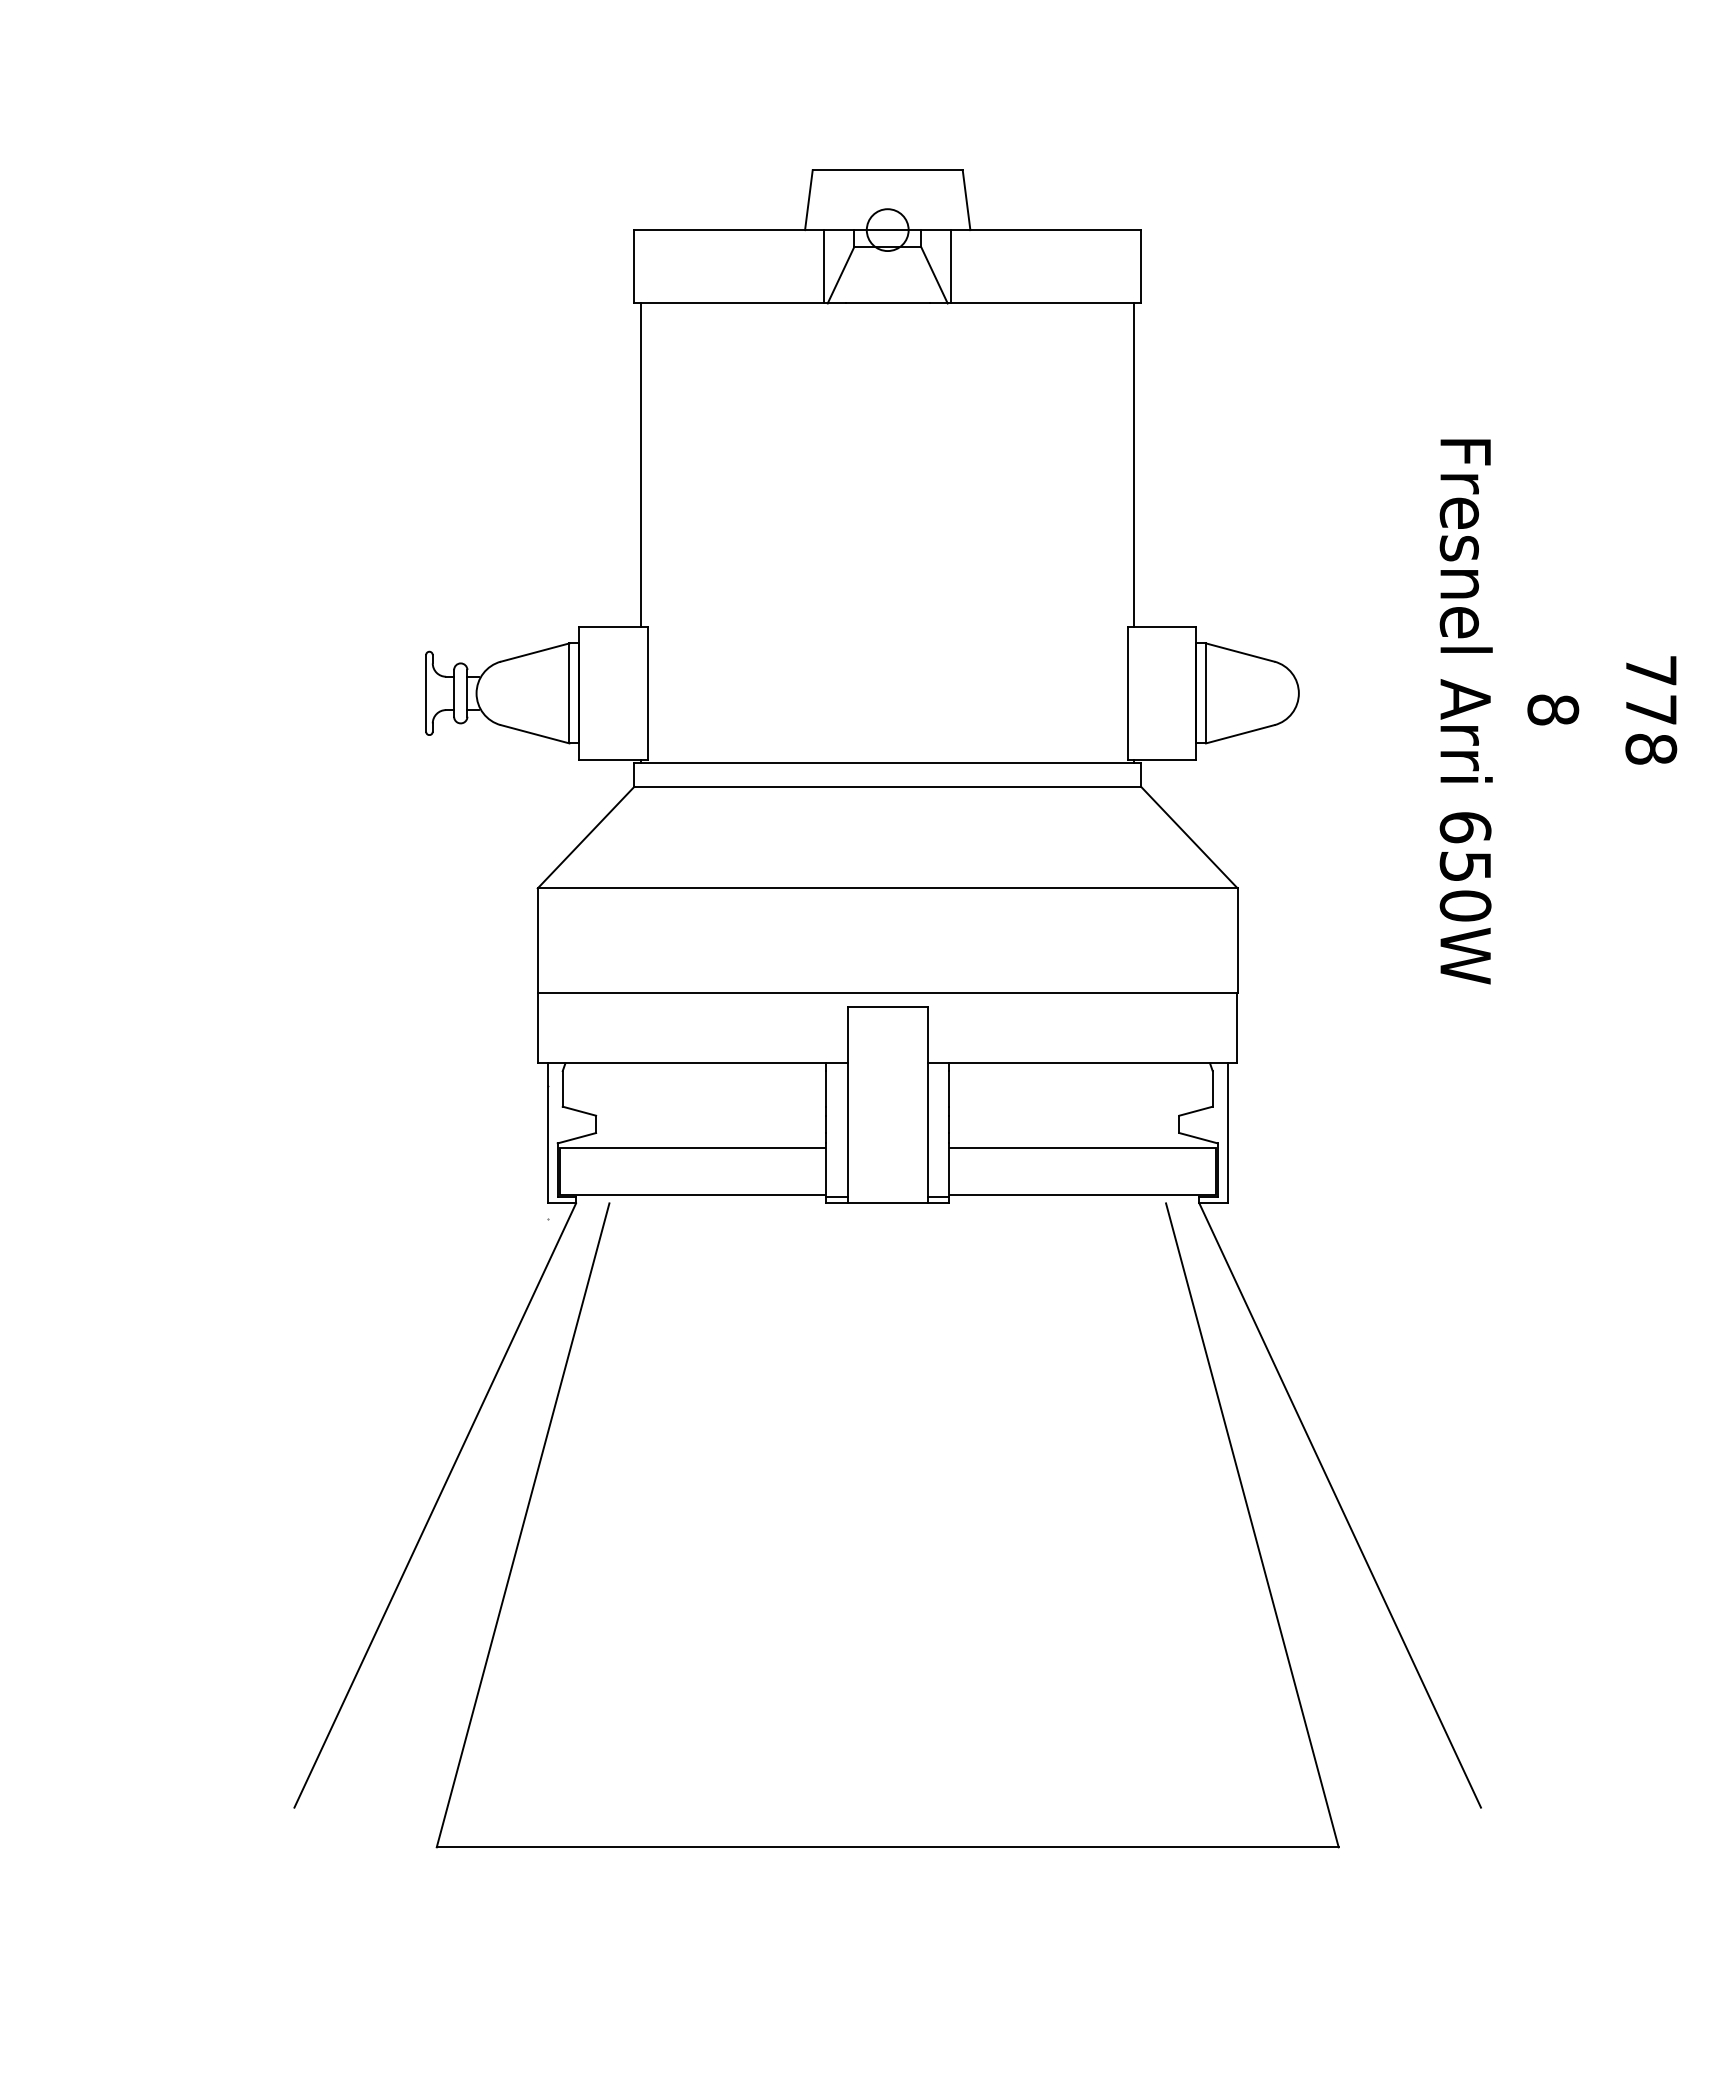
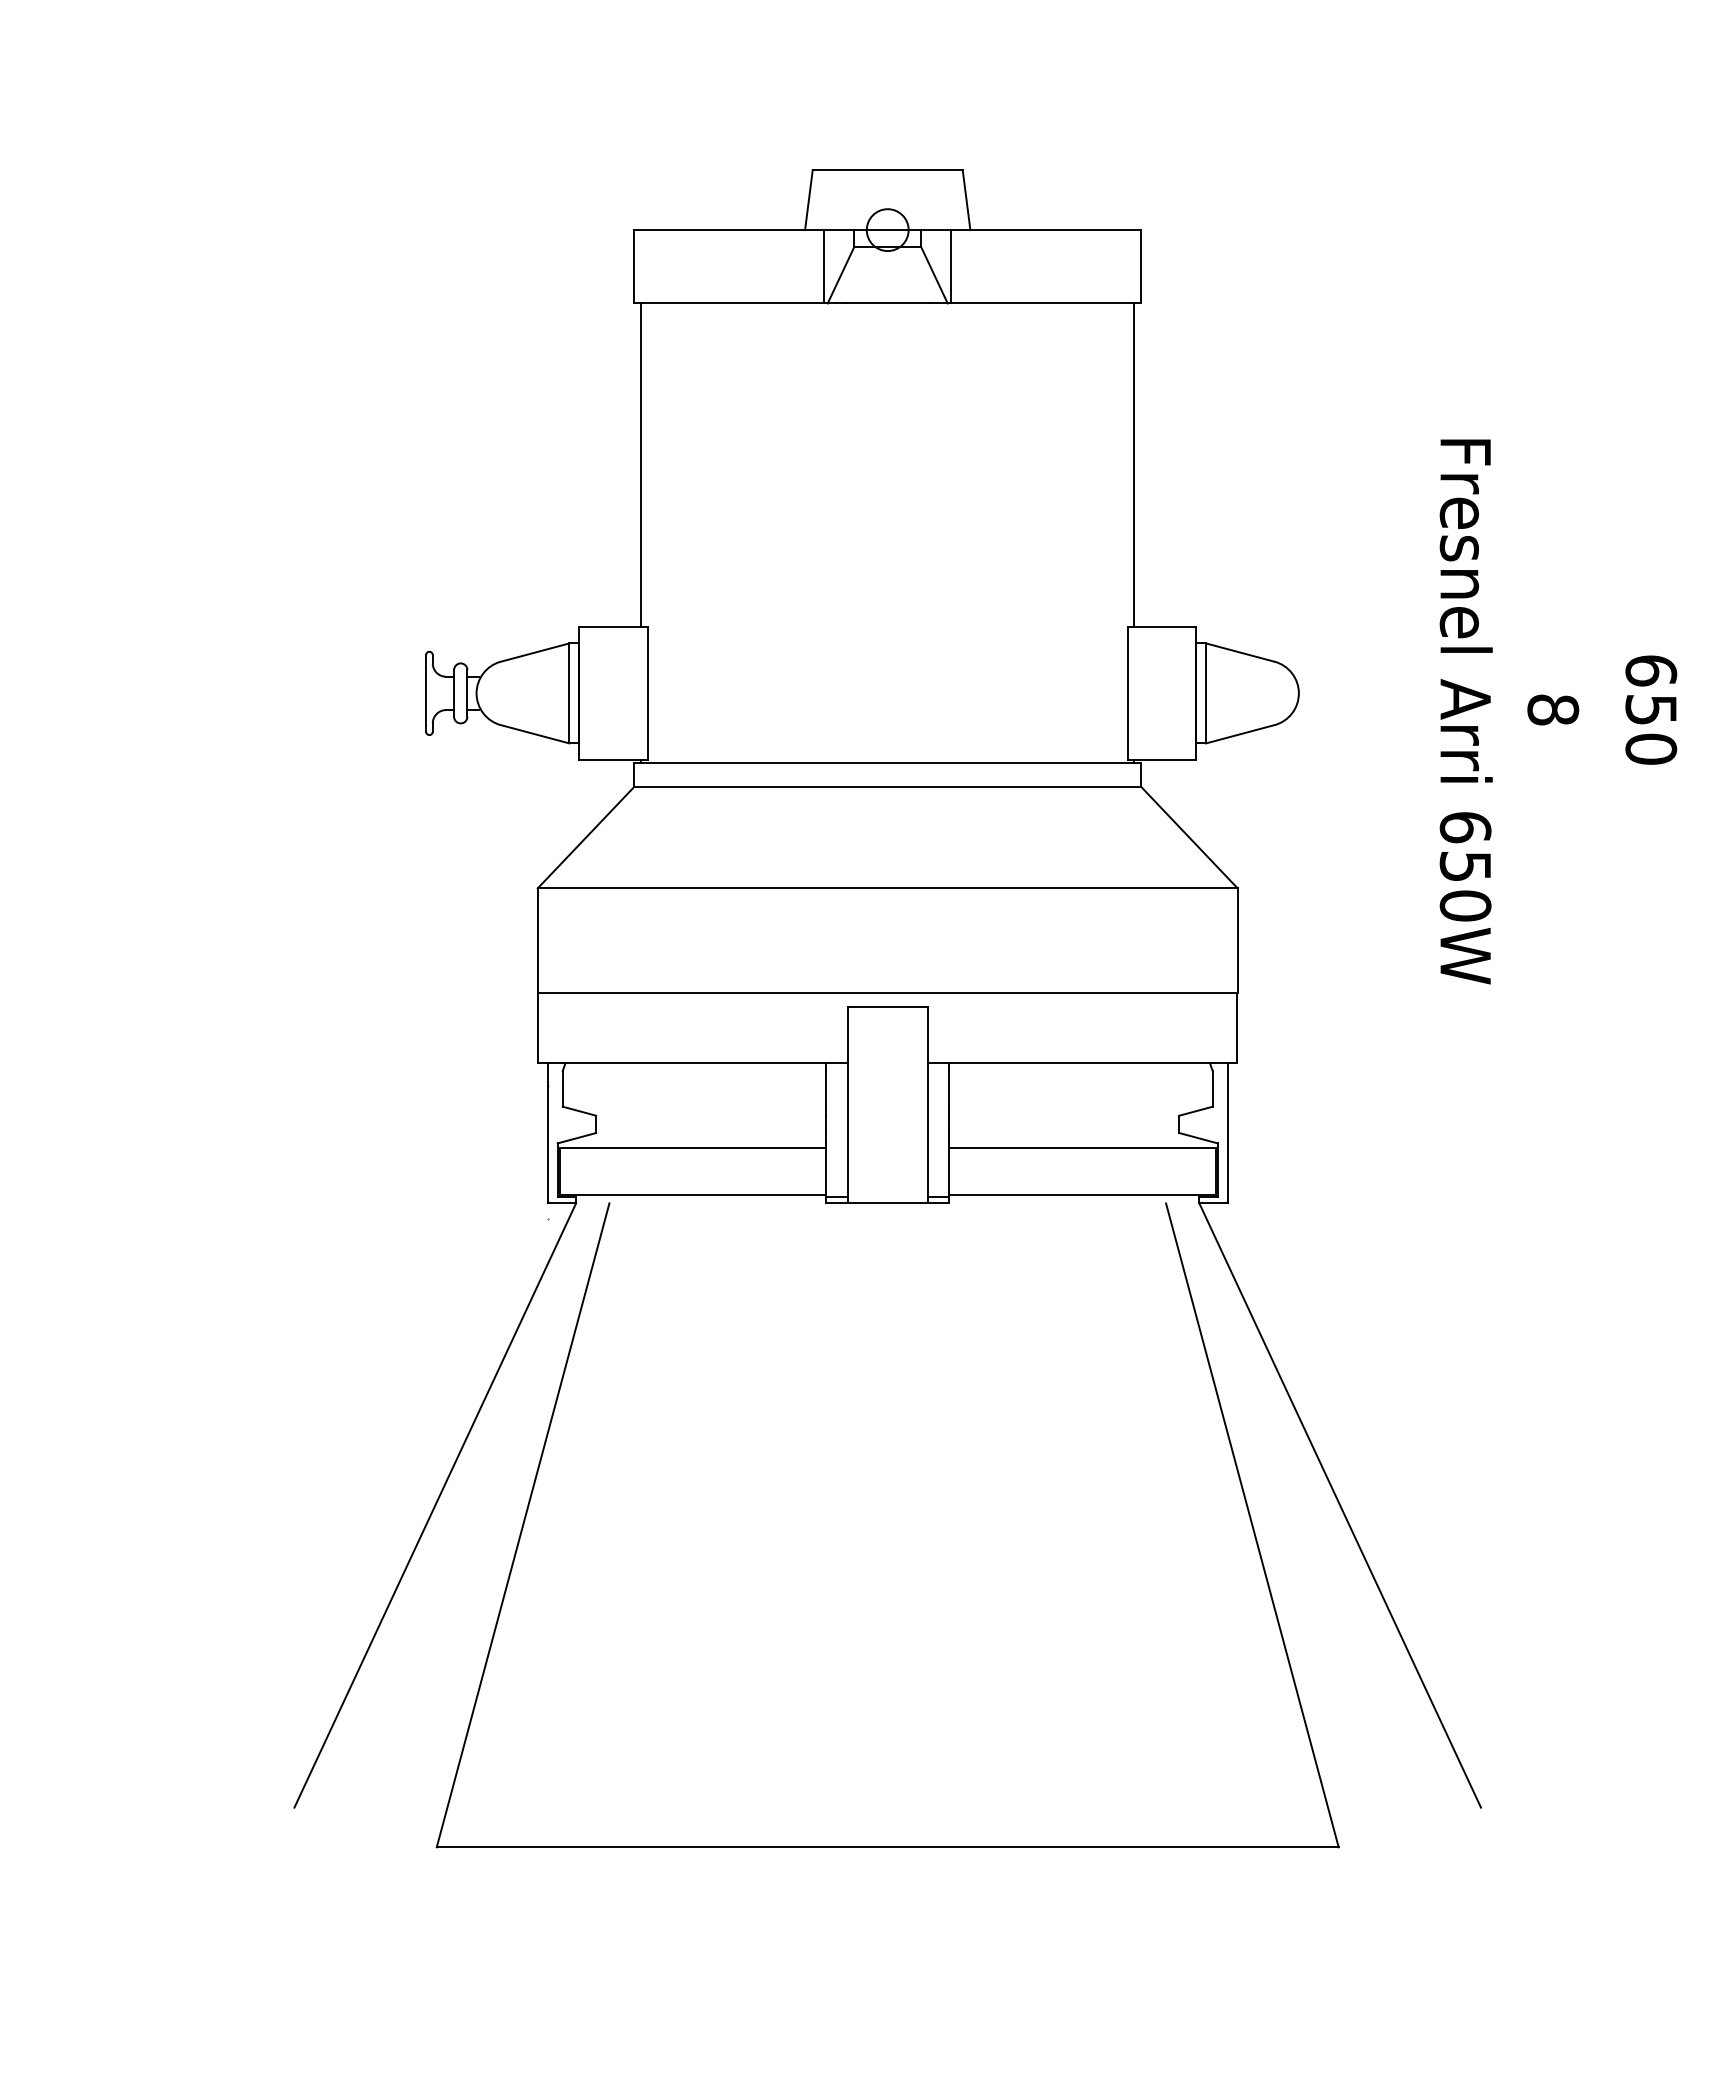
text at (1651, 709): 778 -> 650
